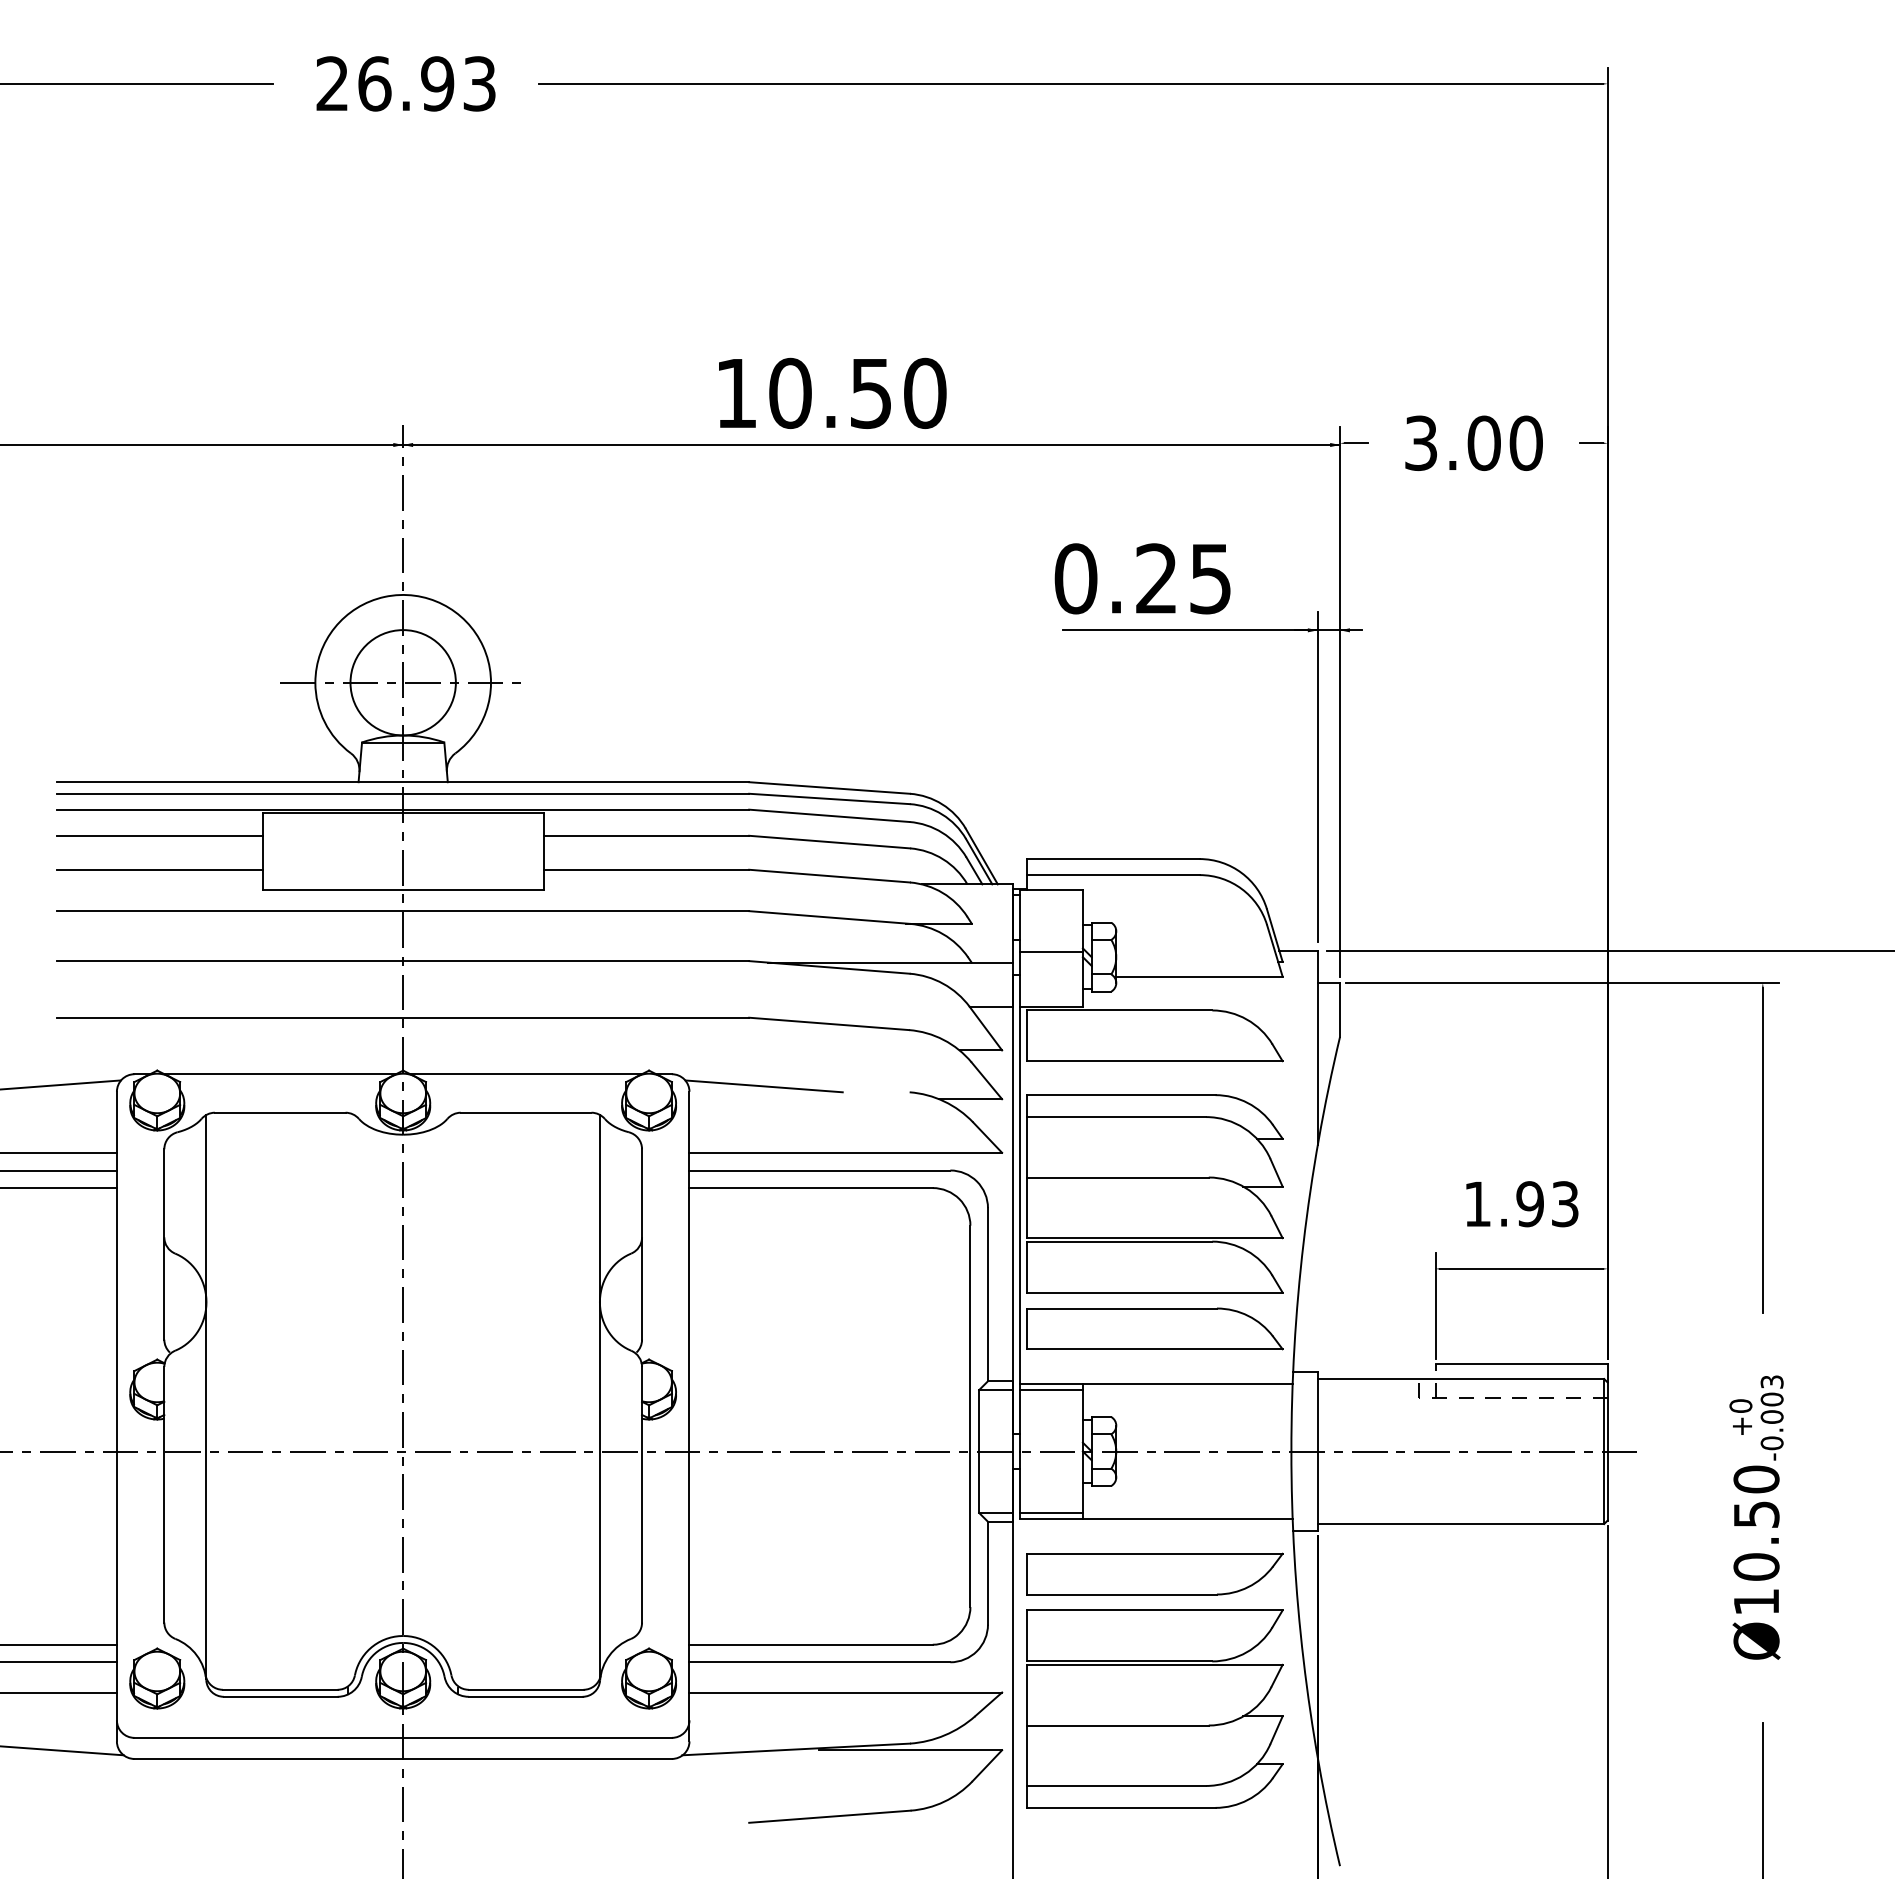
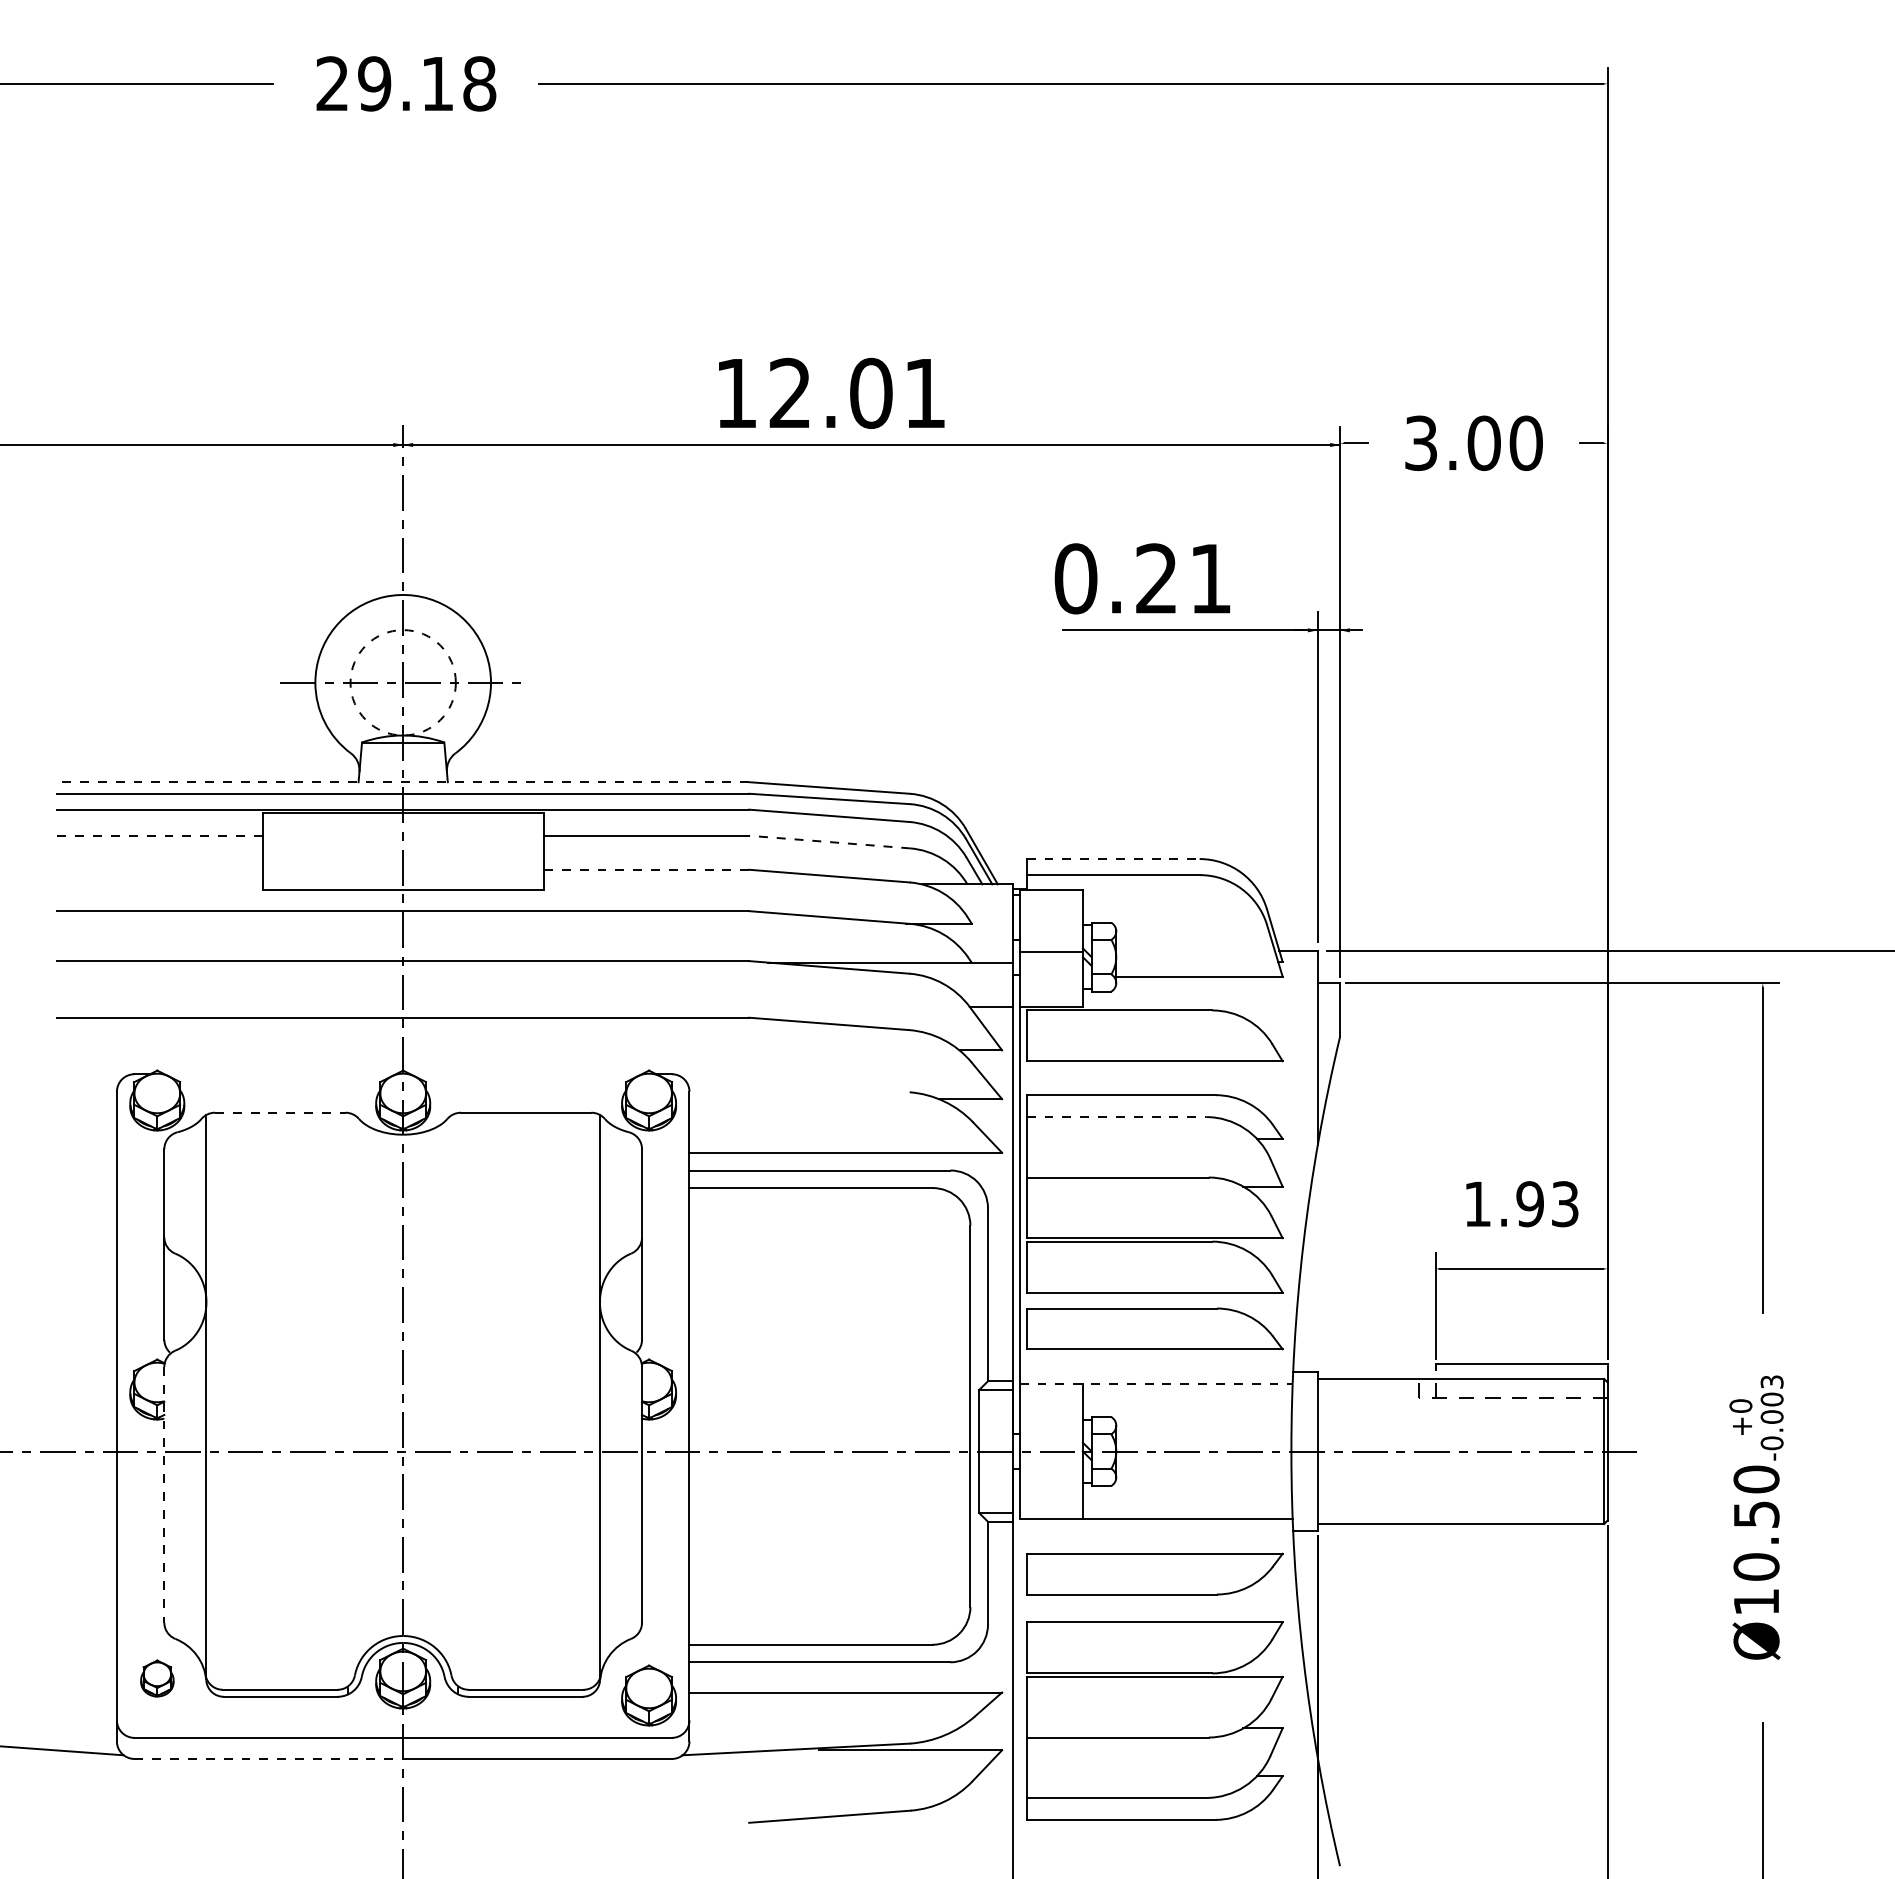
text at (427, 83): 26.93 -> 29.18
text at (857, 393): 10.50 -> 12.01
text at (1210, 579): 0.25 -> 0.21
circle at (402, 682): solid -> dashed
line at (402, 782): solid -> dashed
line at (159, 835): solid -> dashed
line at (829, 842): solid -> dashed
line at (1113, 859): solid -> dashed
line at (159, 869): present -> none
line at (646, 869): solid -> dashed
line at (280, 1074): present -> none
line at (525, 1074): present -> none
line at (61, 1084): present -> none
line at (763, 1086): present -> none
line at (280, 1112): solid -> dashed
line at (1116, 1117): solid -> dashed
line at (59, 1152): present -> none
line at (59, 1170): present -> none
line at (59, 1188): present -> none
line at (1156, 1384): solid -> dashed
line at (1050, 1390): present -> none
line at (164, 1494): solid -> dashed
line at (1050, 1512): present -> none
line at (59, 1644): present -> none
line at (59, 1662): present -> none
part at (157, 1678) size: 57x63 px -> 35x39 px
part at (648, 1678) position: (648, 1678) -> (648, 1695)
line at (59, 1692): present -> none
part at (1154, 1708) position: (1154, 1708) -> (1154, 1720)
line at (269, 1758): solid -> dashed
